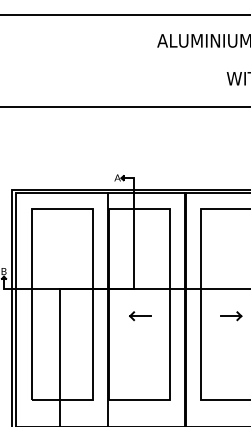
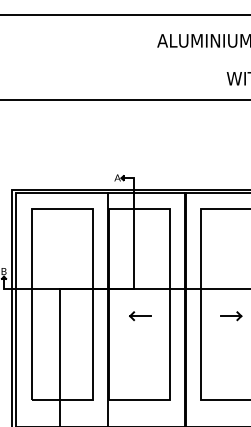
line at (124, 107) position: (124, 107) -> (124, 100)
